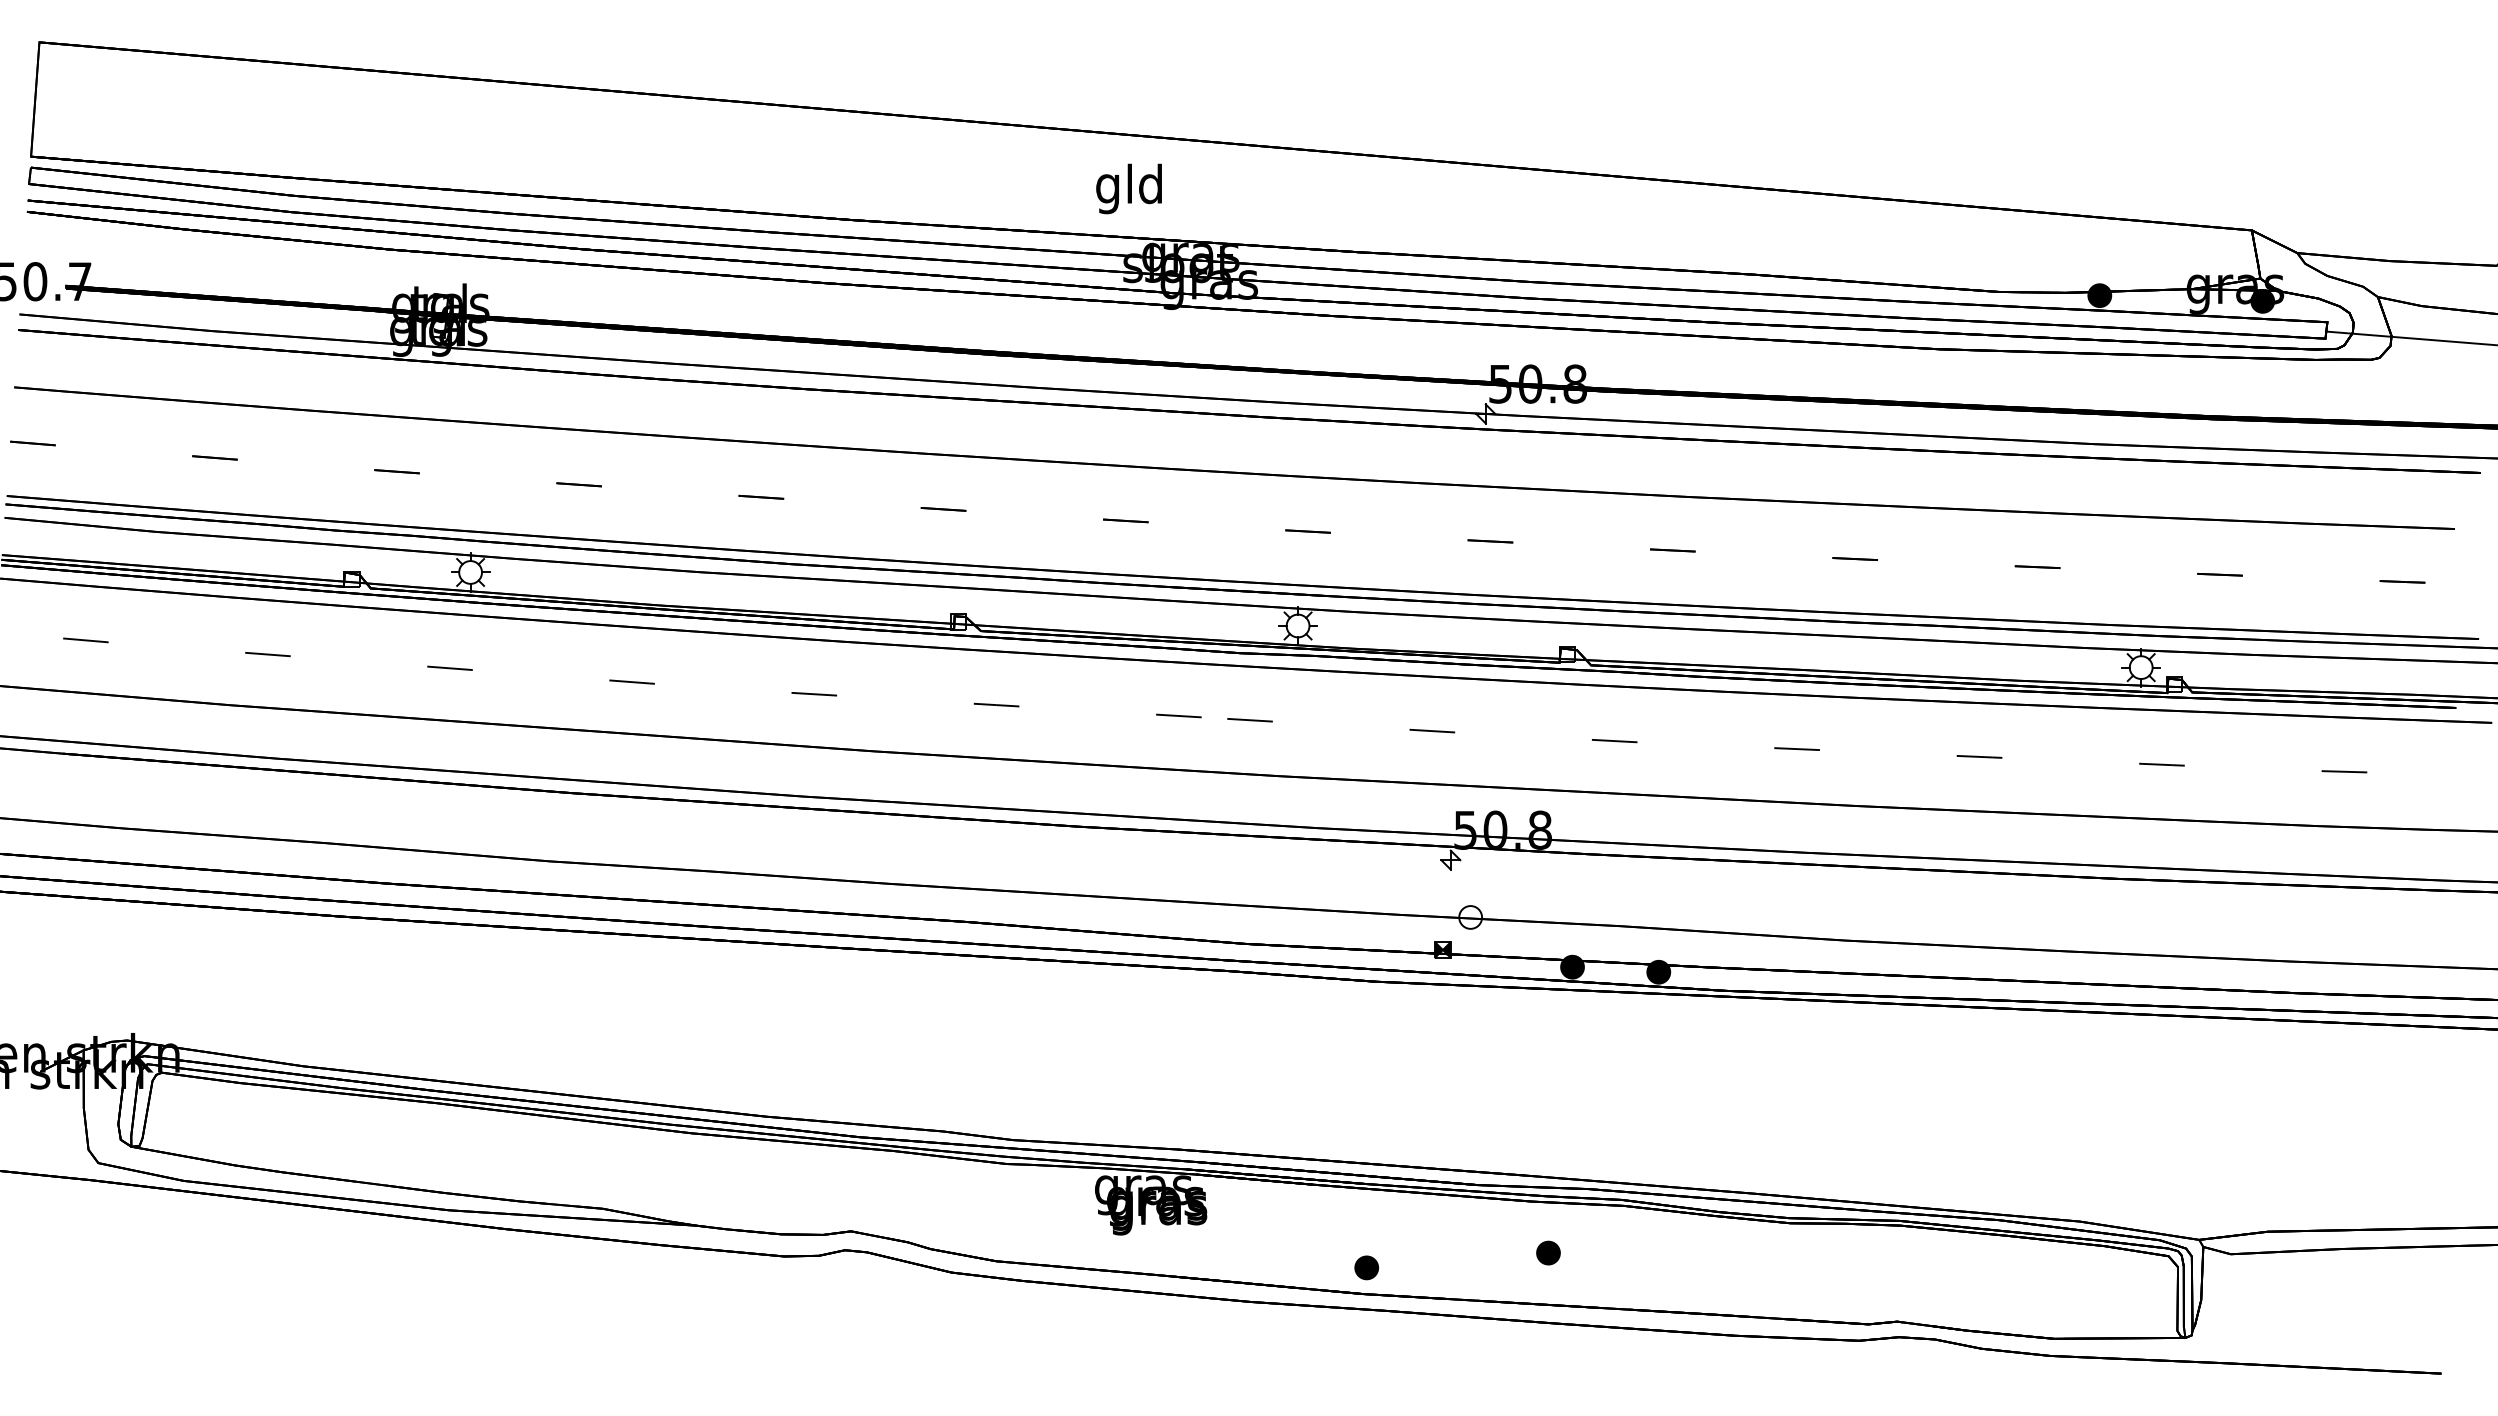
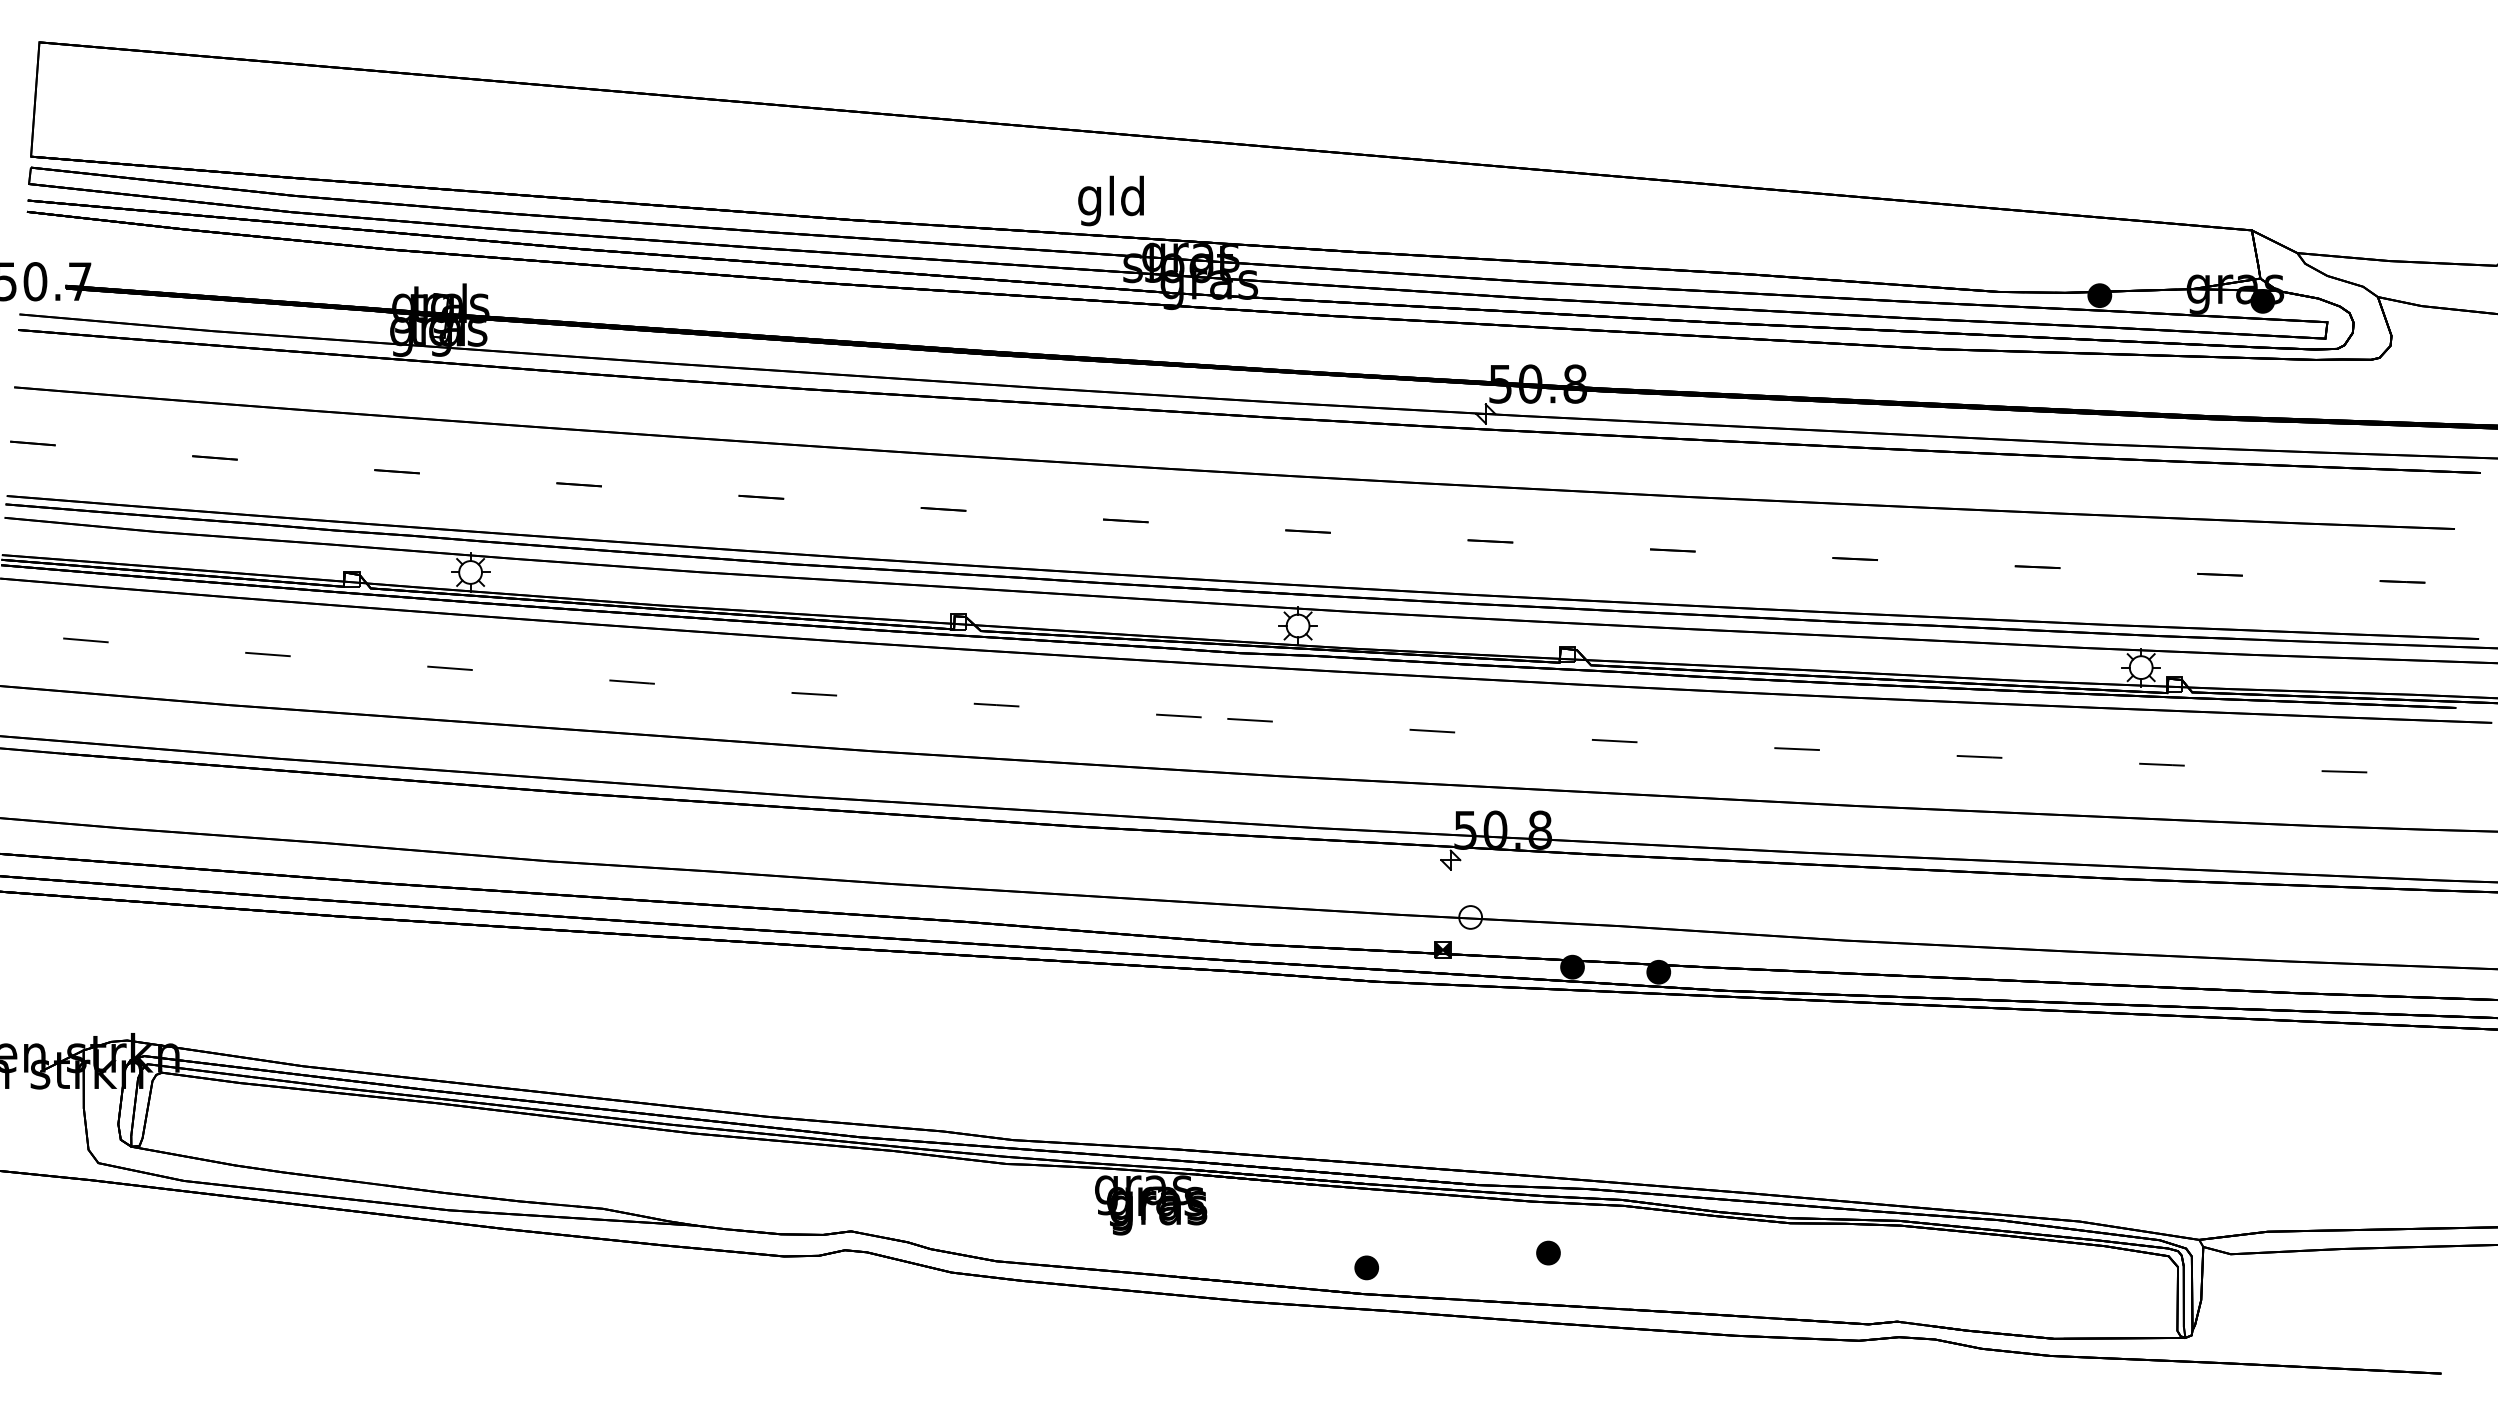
text at (1128, 188) position: (1128, 188) -> (1110, 200)
line at (2410, 338): present -> none
